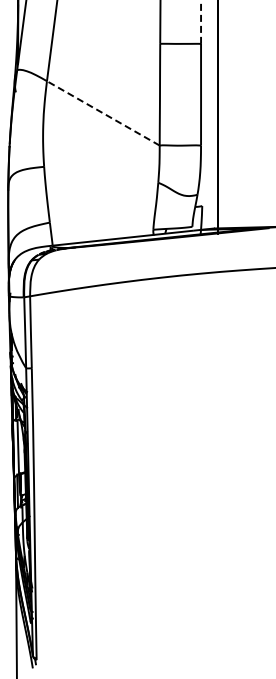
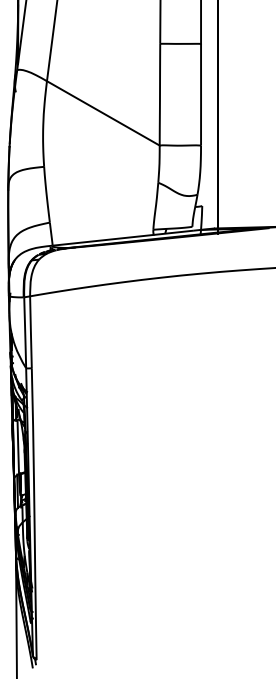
line at (201, 21): dashed -> solid
line at (103, 113): dashed -> solid
